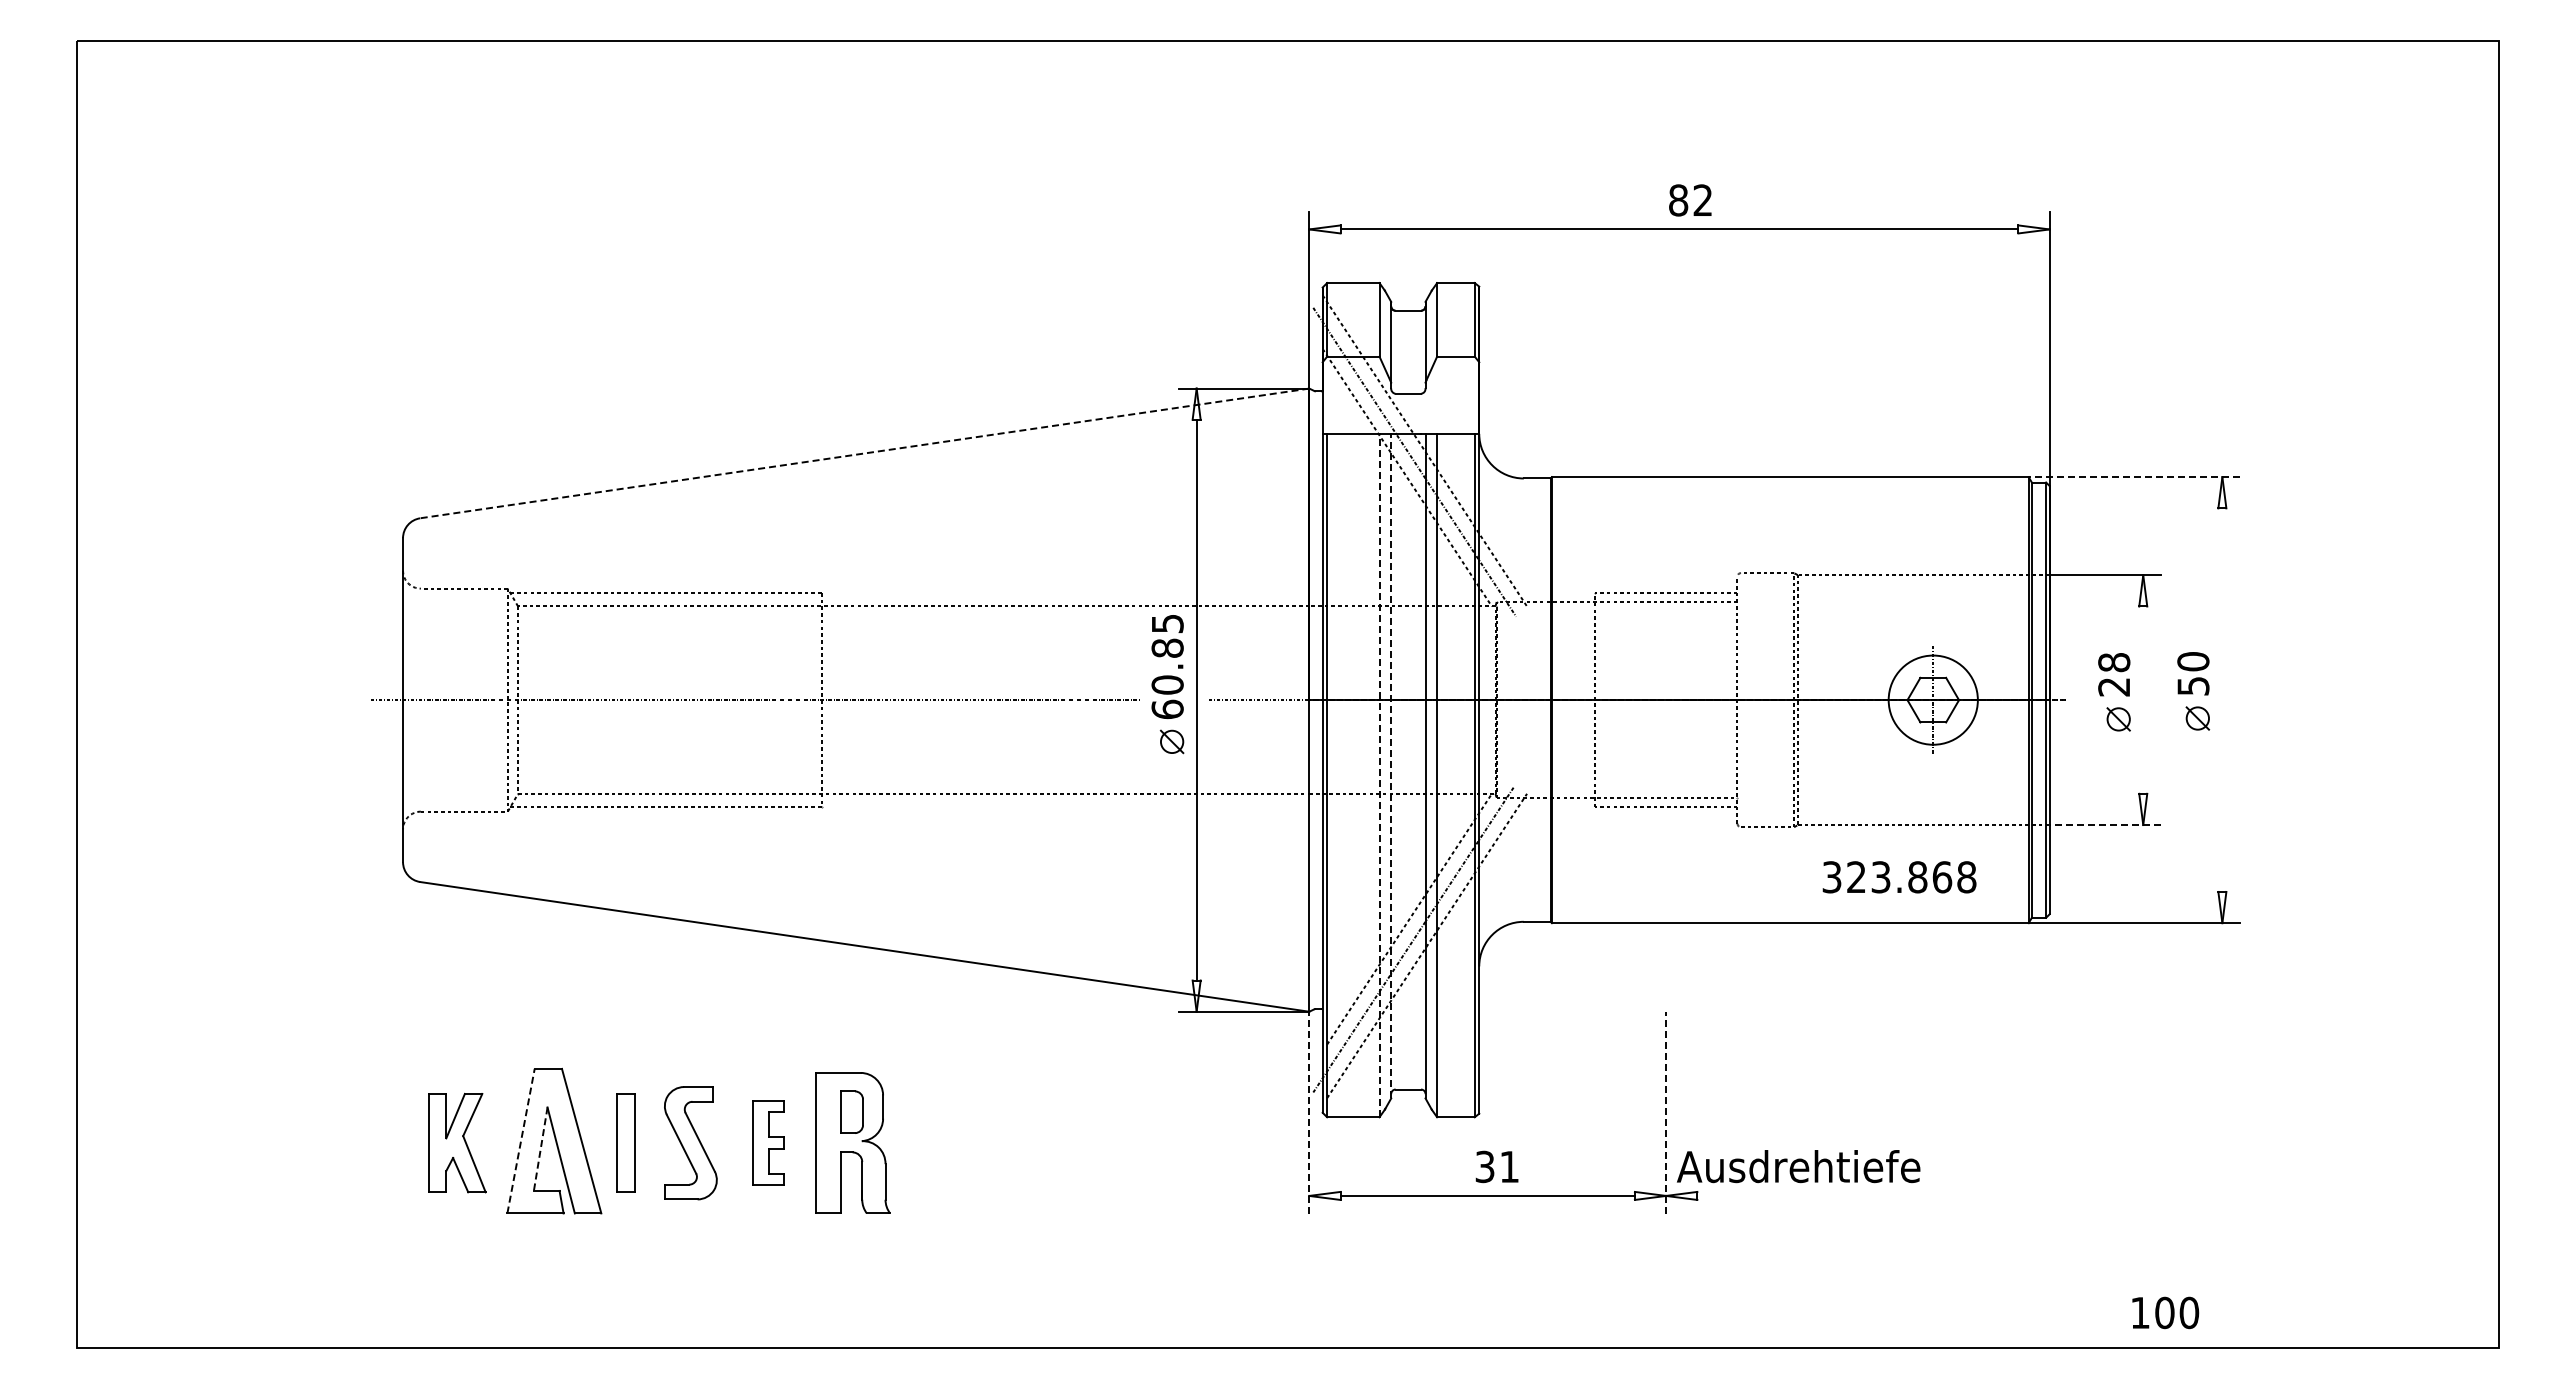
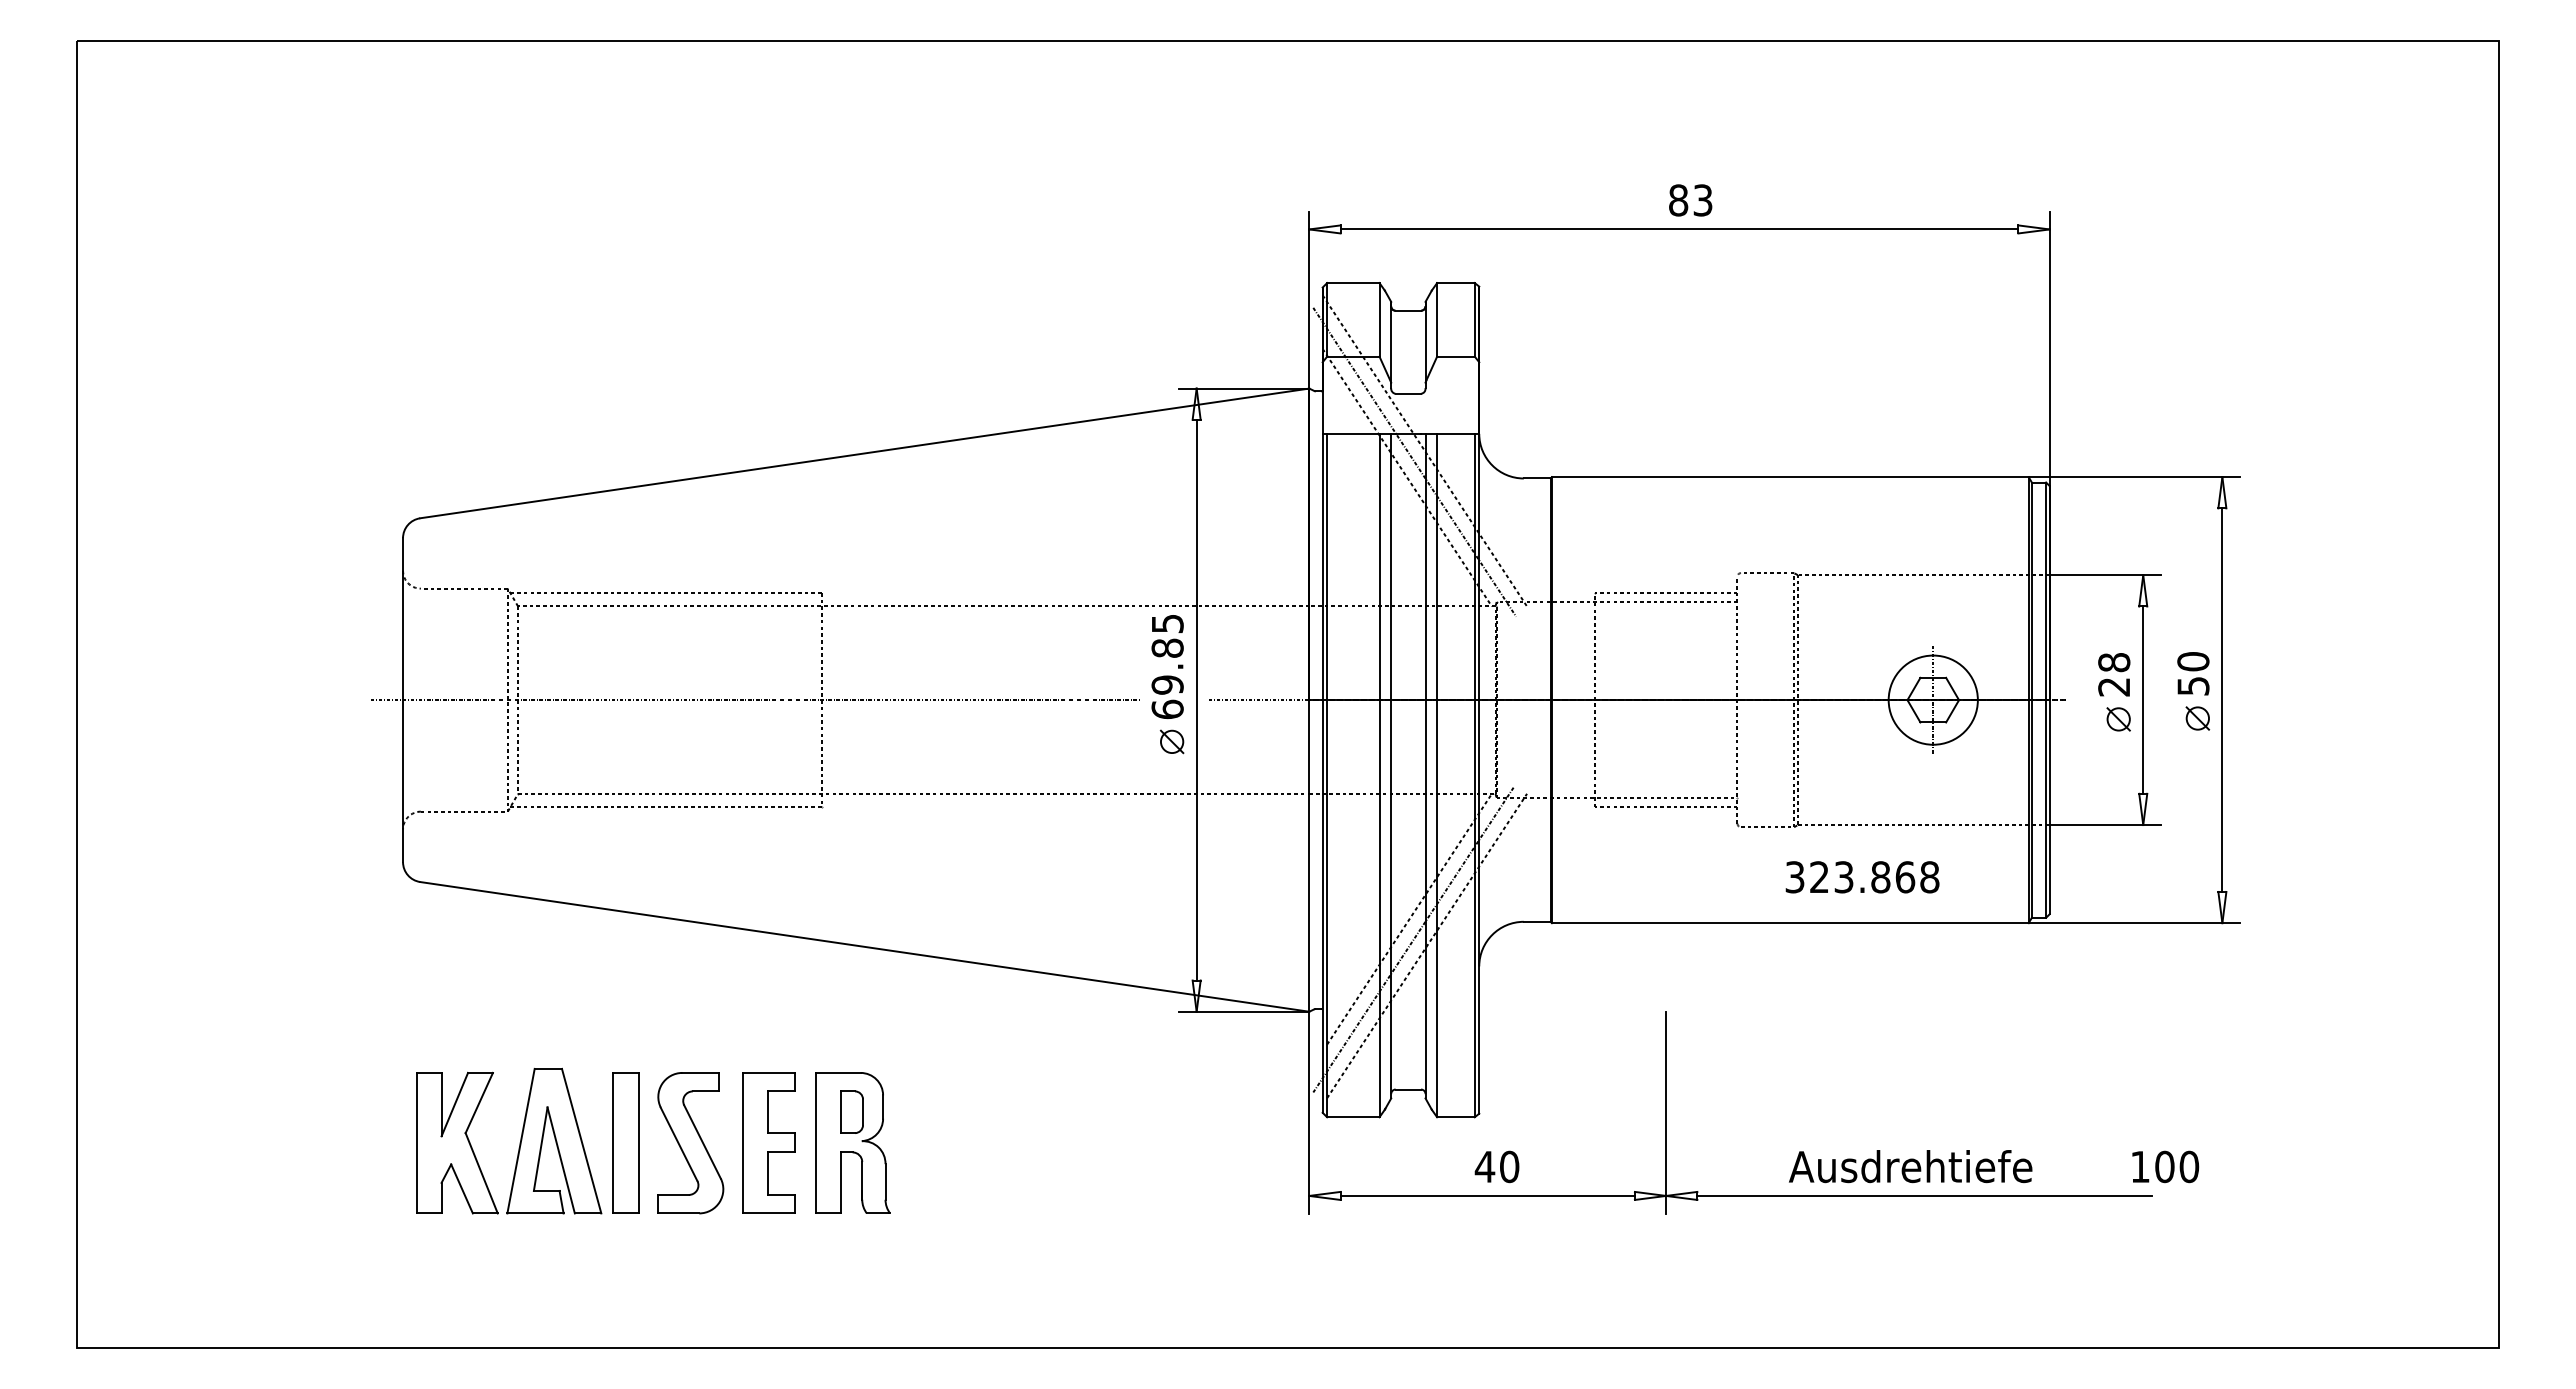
text at (1702, 200): 82 -> 83
line at (864, 453): dashed -> solid
line at (2134, 477): dashed -> solid
text at (1167, 684): 60.85 -> 69.85
line at (2143, 699): none -> present
line at (2222, 699): none -> present
line at (1391, 765): dashed -> solid
line at (1379, 775): dashed -> solid
line at (2105, 825): dashed -> solid
text at (1899, 877) position: (1899, 877) -> (1862, 877)
line at (1309, 1112): dashed -> solid
line at (1666, 1112): dashed -> solid
line at (521, 1141): dashed -> solid
part at (457, 1142) size: 59x102 px -> 83x144 px
part at (625, 1142) size: 20x100 px -> 28x142 px
part at (768, 1142) size: 33x86 px -> 54x142 px
part at (690, 1143) size: 54x115 px -> 68x143 px
line at (540, 1149): dashed -> solid
text at (1496, 1166): 31 -> 40
text at (1798, 1166) position: (1798, 1166) -> (1910, 1166)
line at (1924, 1195): none -> present
text at (2165, 1312) position: (2165, 1312) -> (2165, 1166)
